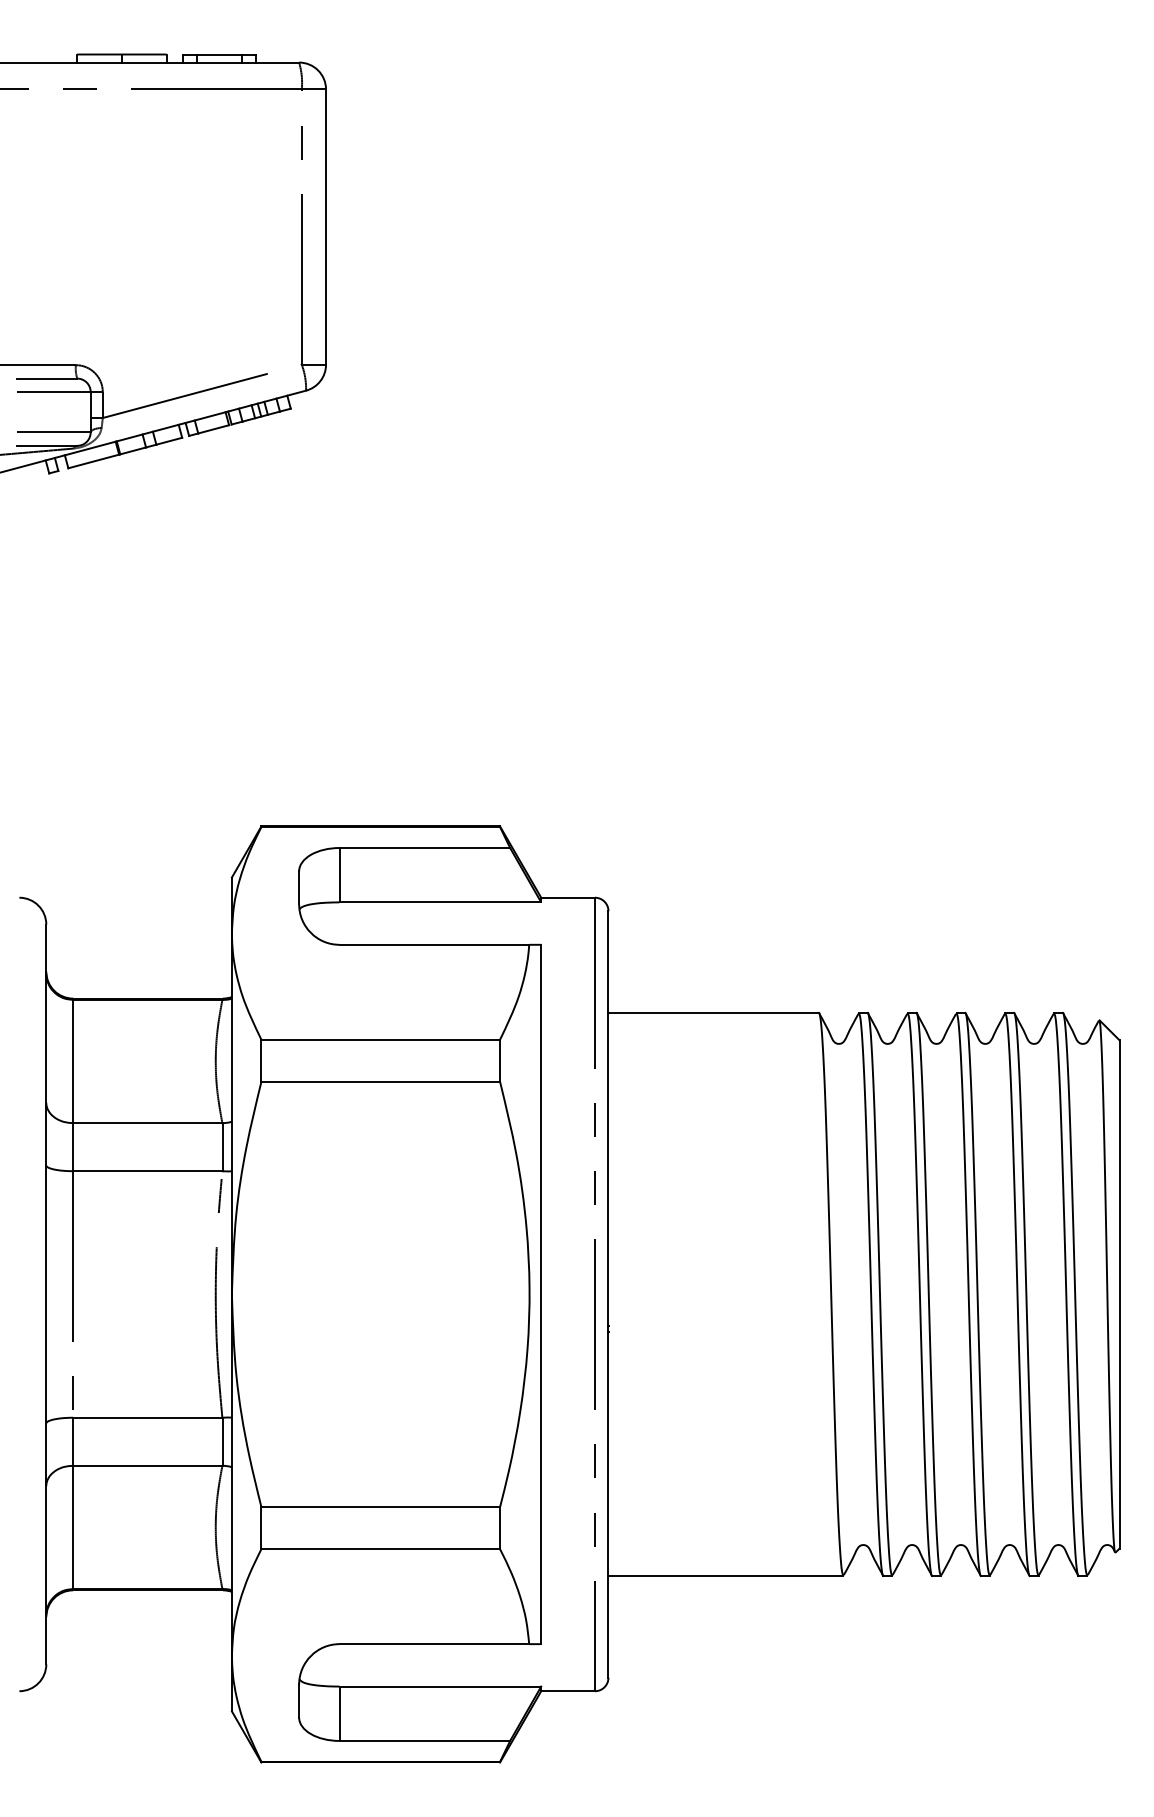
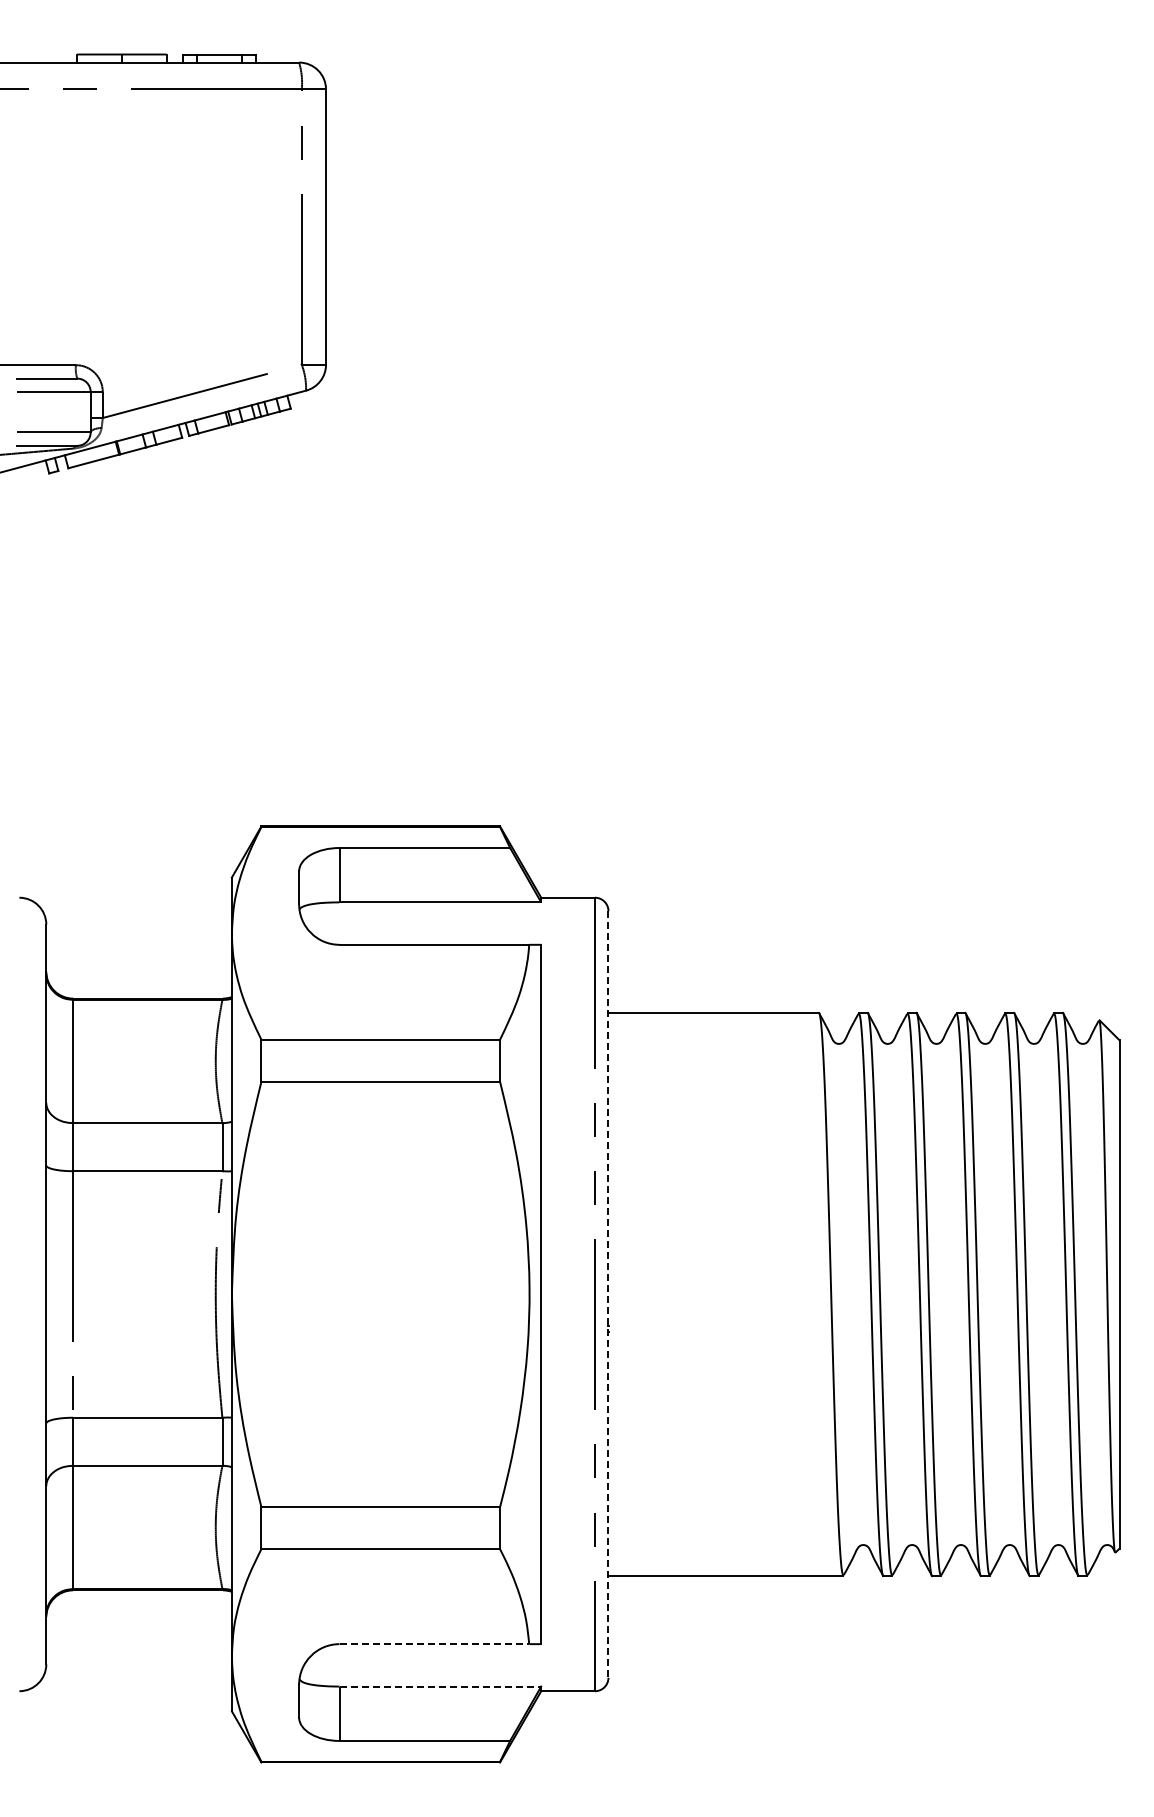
line at (608, 1294): solid -> dashed
line at (434, 1644): solid -> dashed
line at (440, 1686): solid -> dashed
